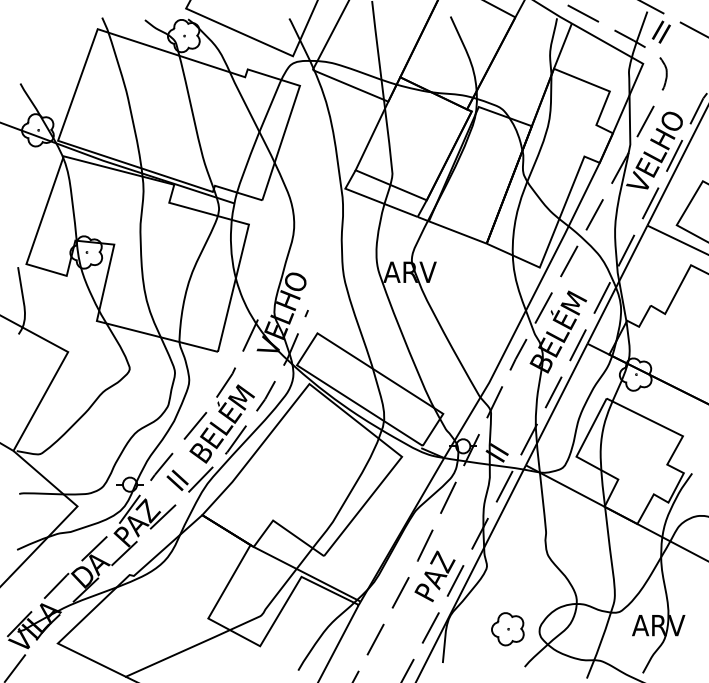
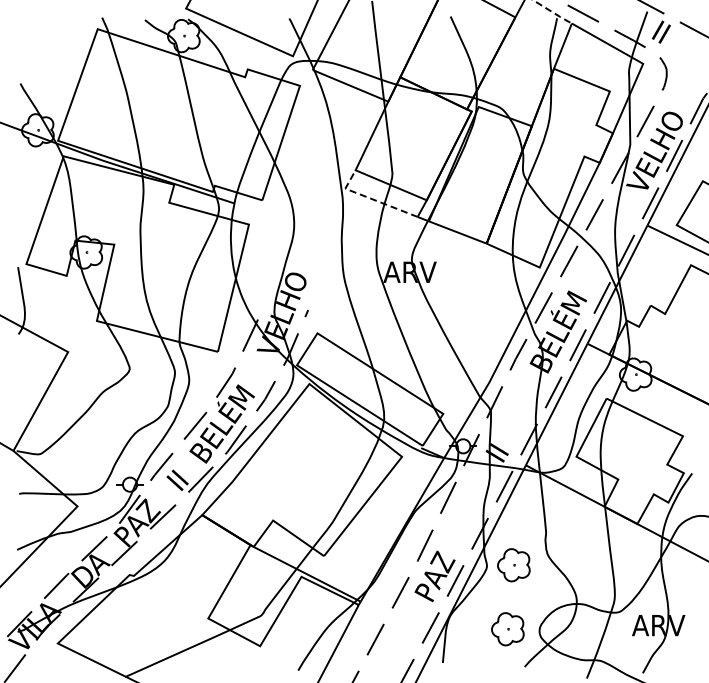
line at (553, 12): solid -> dashed
line at (370, 198): solid -> dashed
part at (513, 565): none -> present
